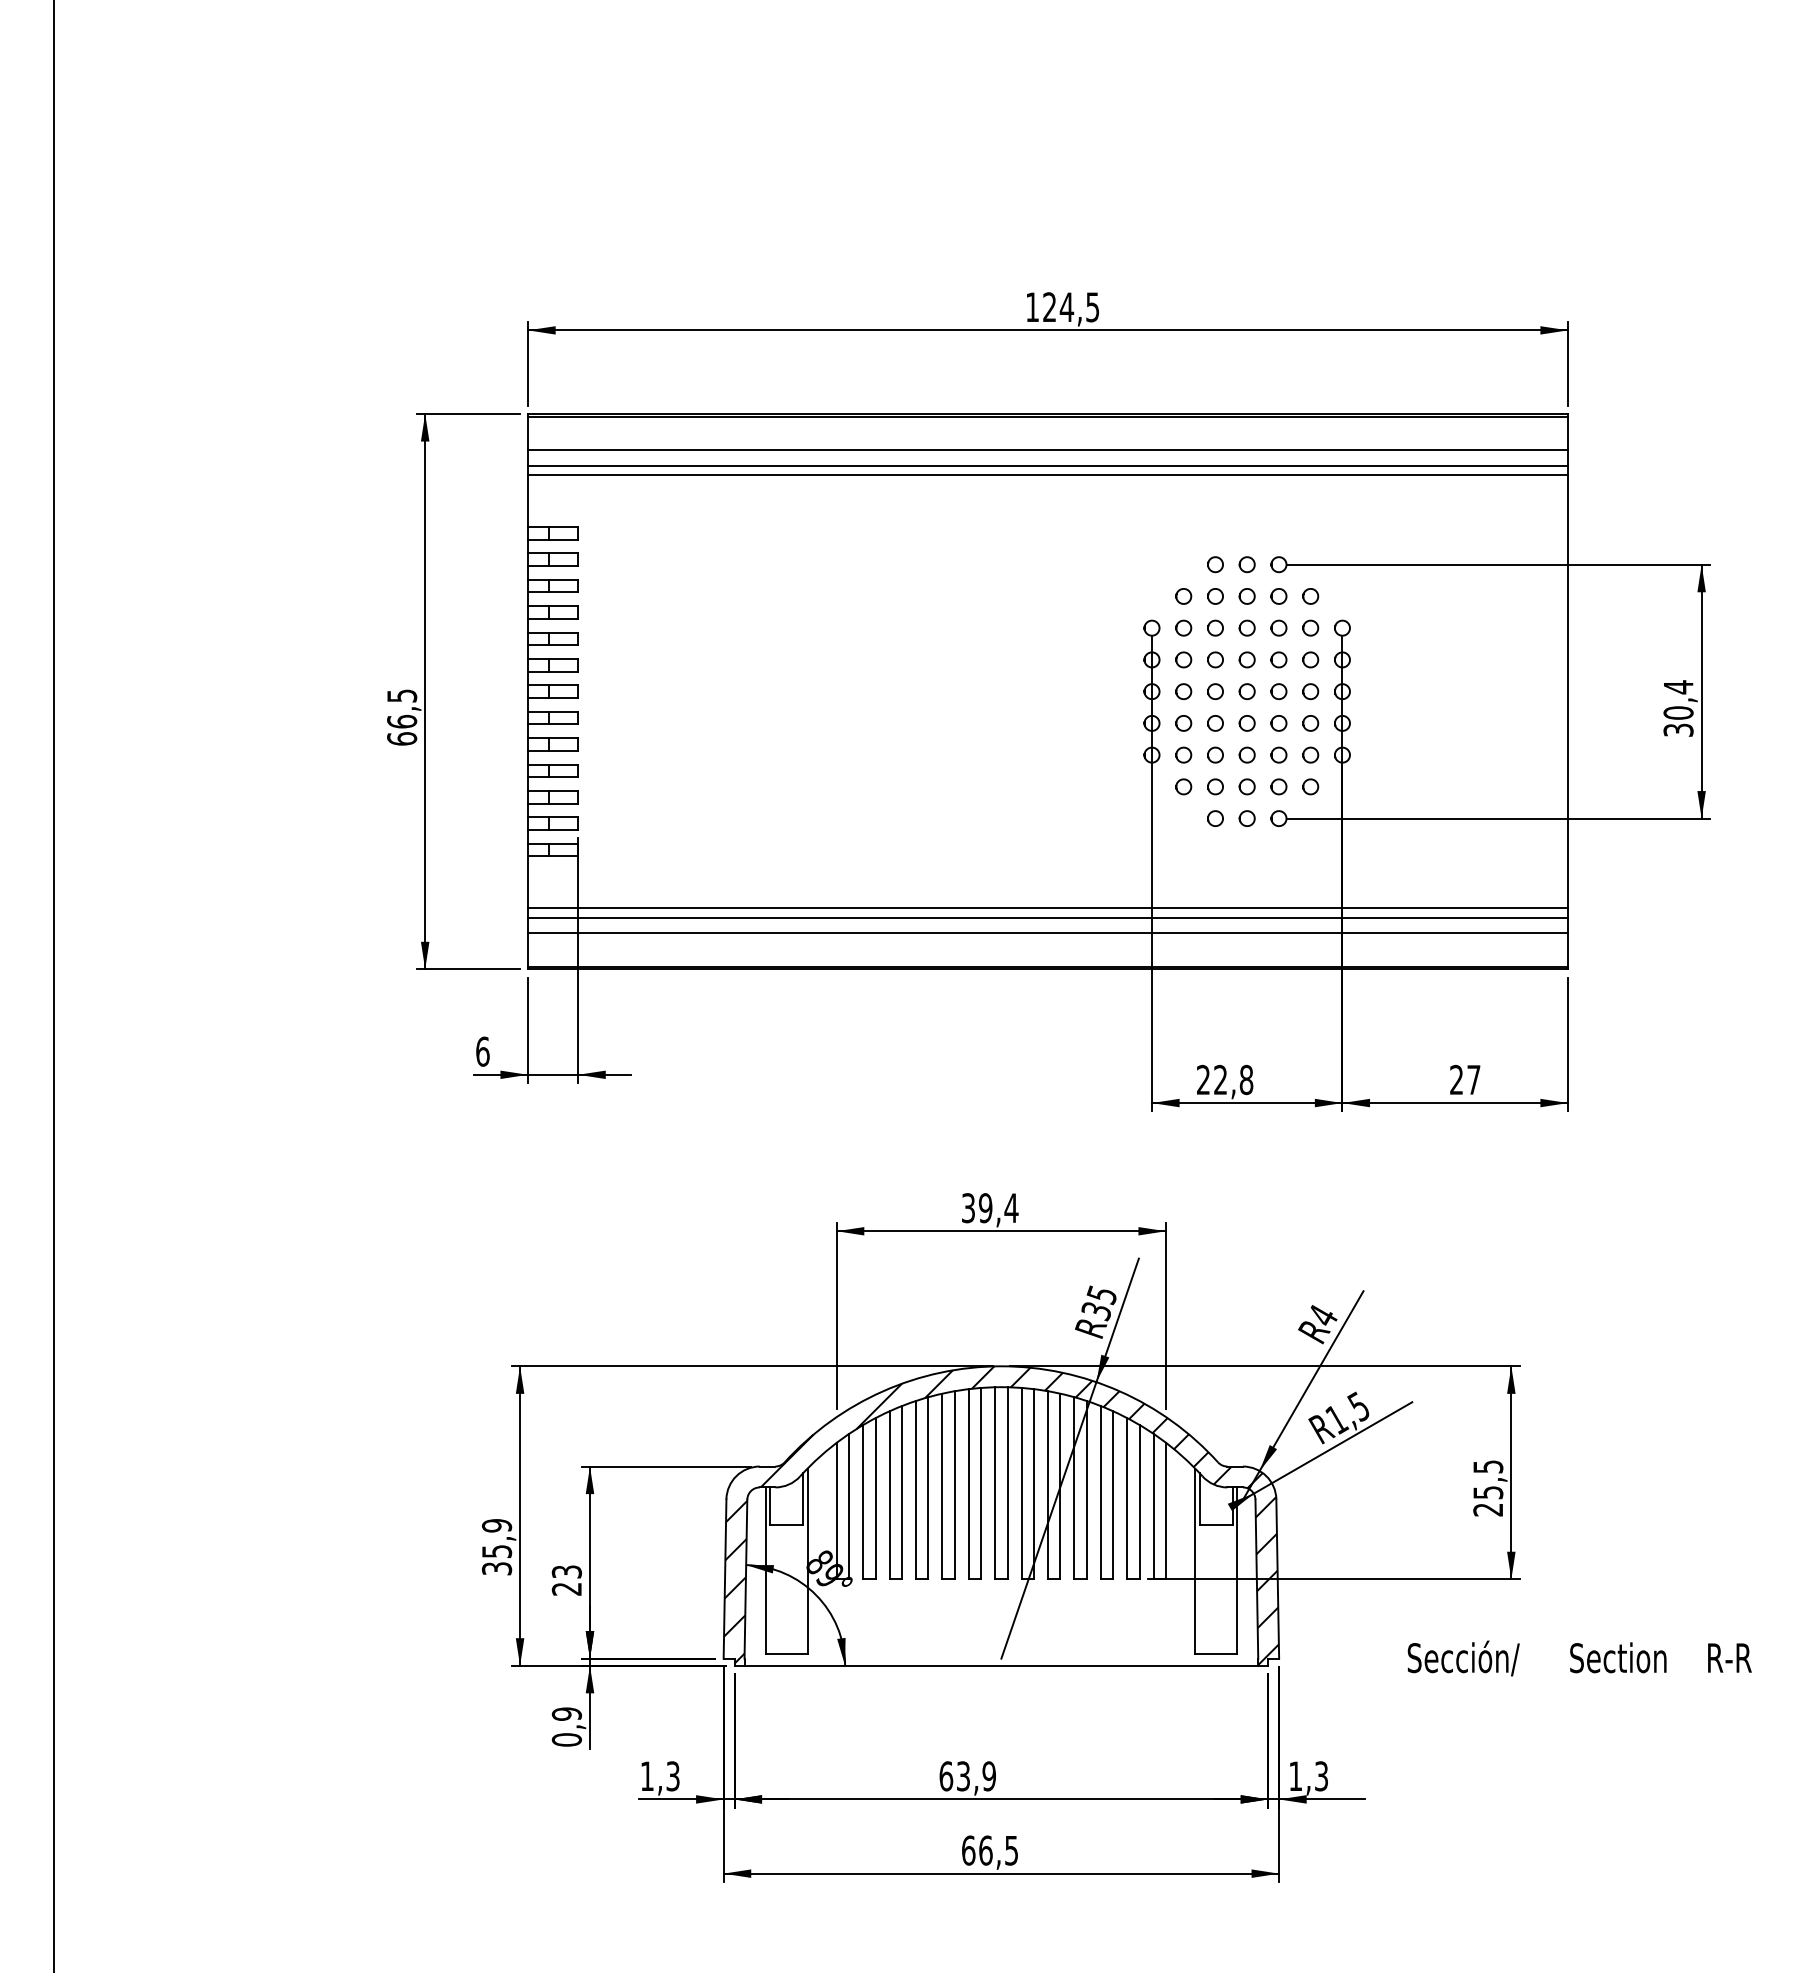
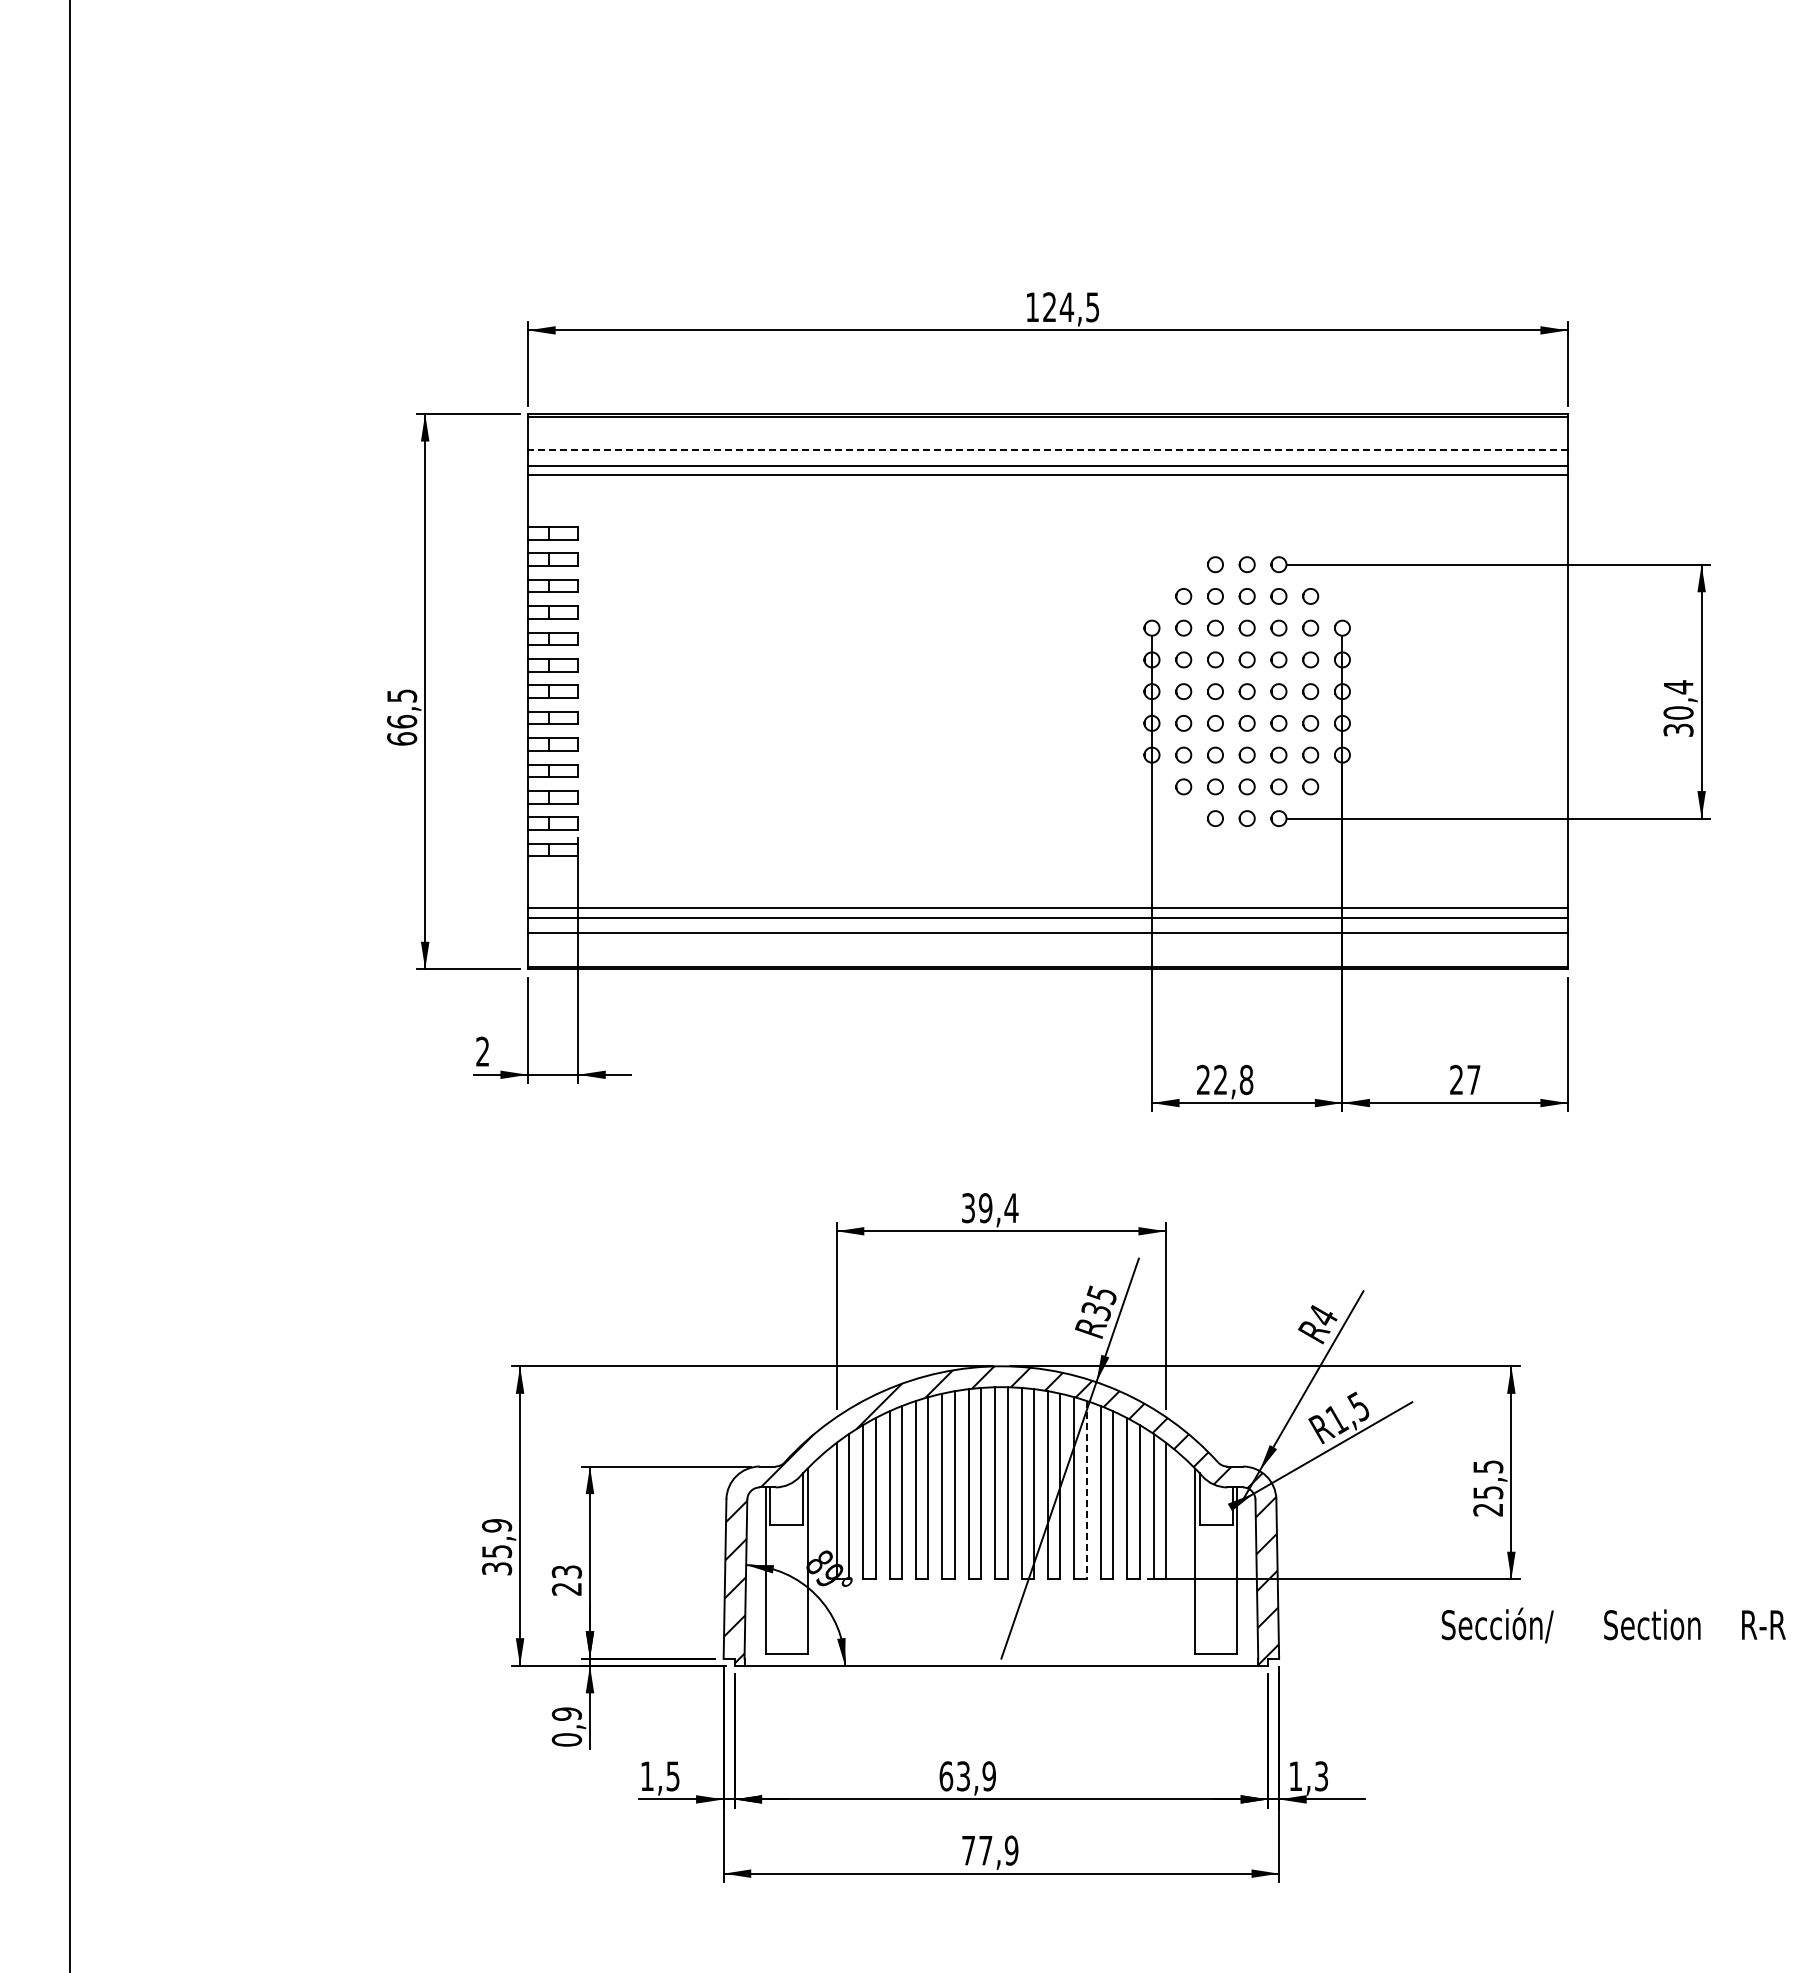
line at (1048, 450): solid -> dashed
line at (53, 985) position: (53, 985) -> (69, 985)
text at (482, 1051): 6 -> 2
line at (1086, 1490): solid -> dashed
text at (1579, 1658) position: (1579, 1658) -> (1613, 1625)
text at (673, 1775): 1,3 -> 1,5
text at (990, 1850): 66,5 -> 77,9
